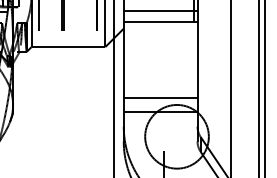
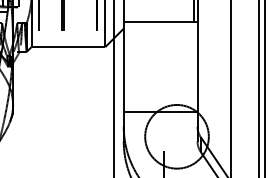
line at (160, 10): present -> none
line at (160, 97): present -> none
